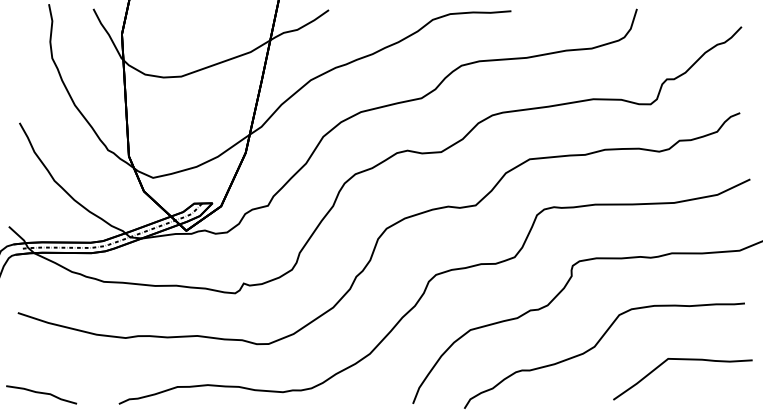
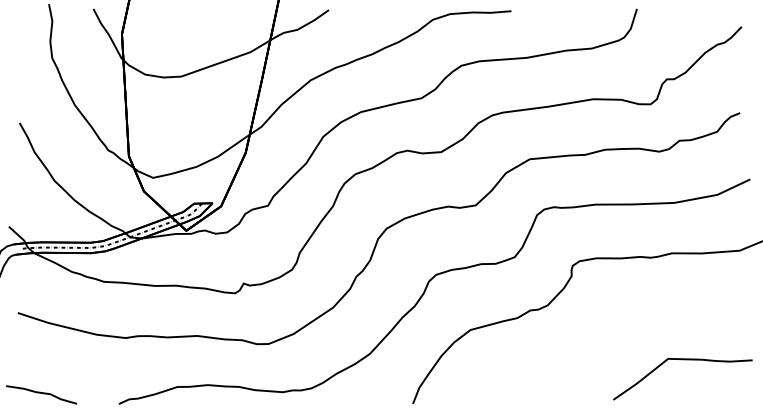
curve at (596, 346): present -> none
